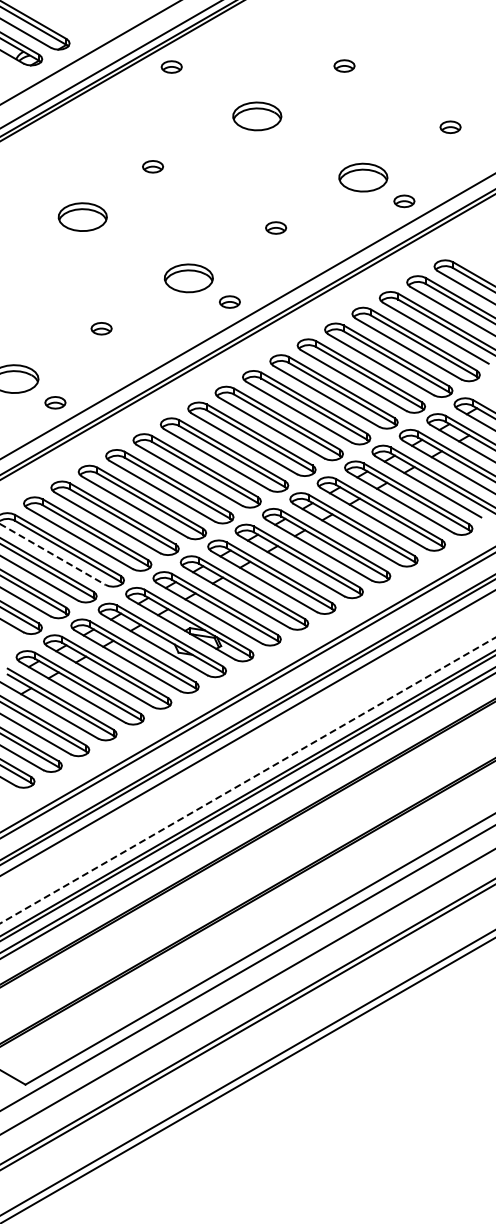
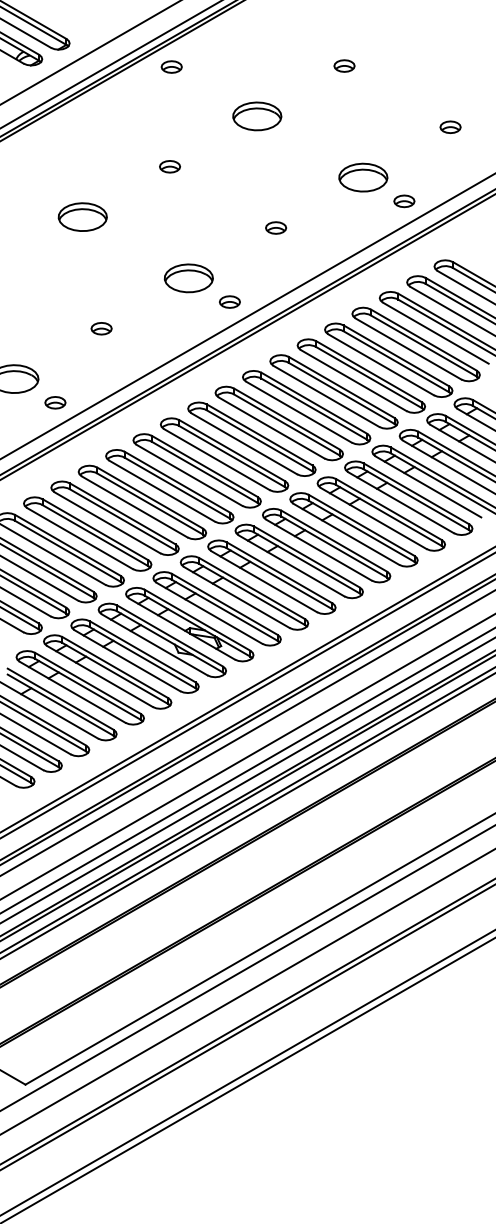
part at (152, 166) position: (152, 166) -> (169, 166)
line at (53, 554): dashed -> solid
line at (247, 756): none -> present
line at (247, 770): none -> present
line at (247, 780): dashed -> solid
